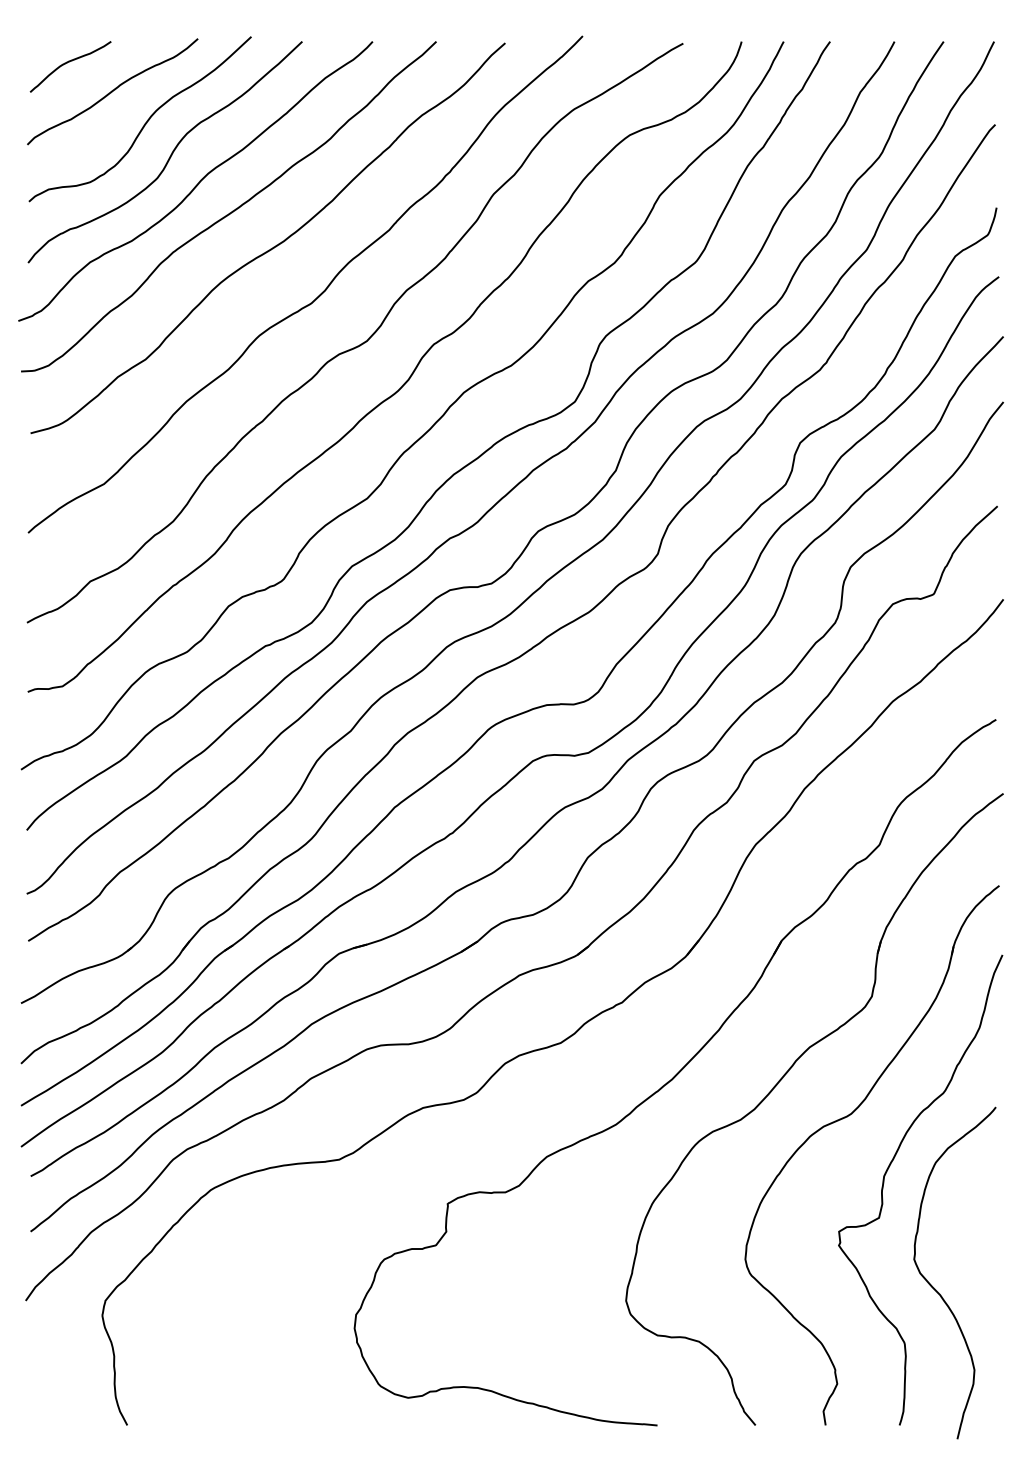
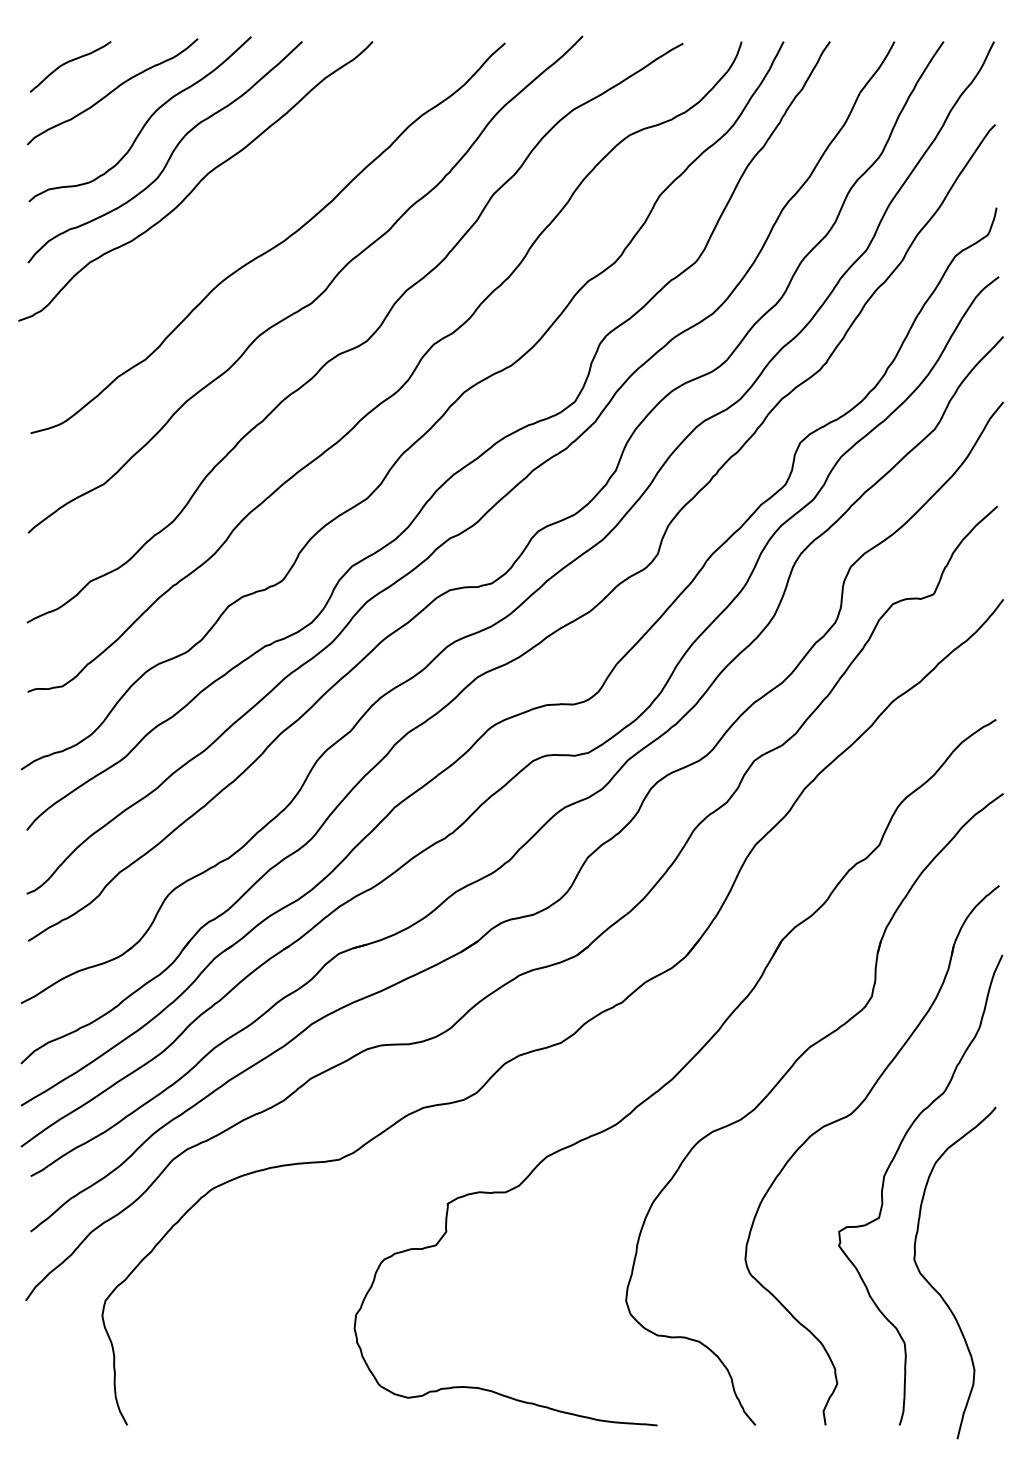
curve at (232, 210): present -> none
